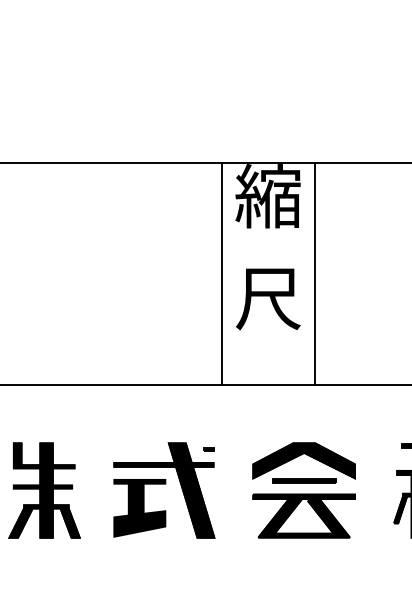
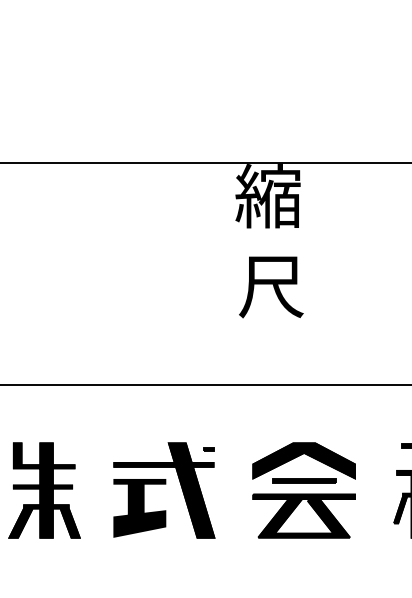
line at (222, 273): present -> none
line at (315, 273): present -> none
text at (268, 299) position: (268, 299) -> (271, 287)
